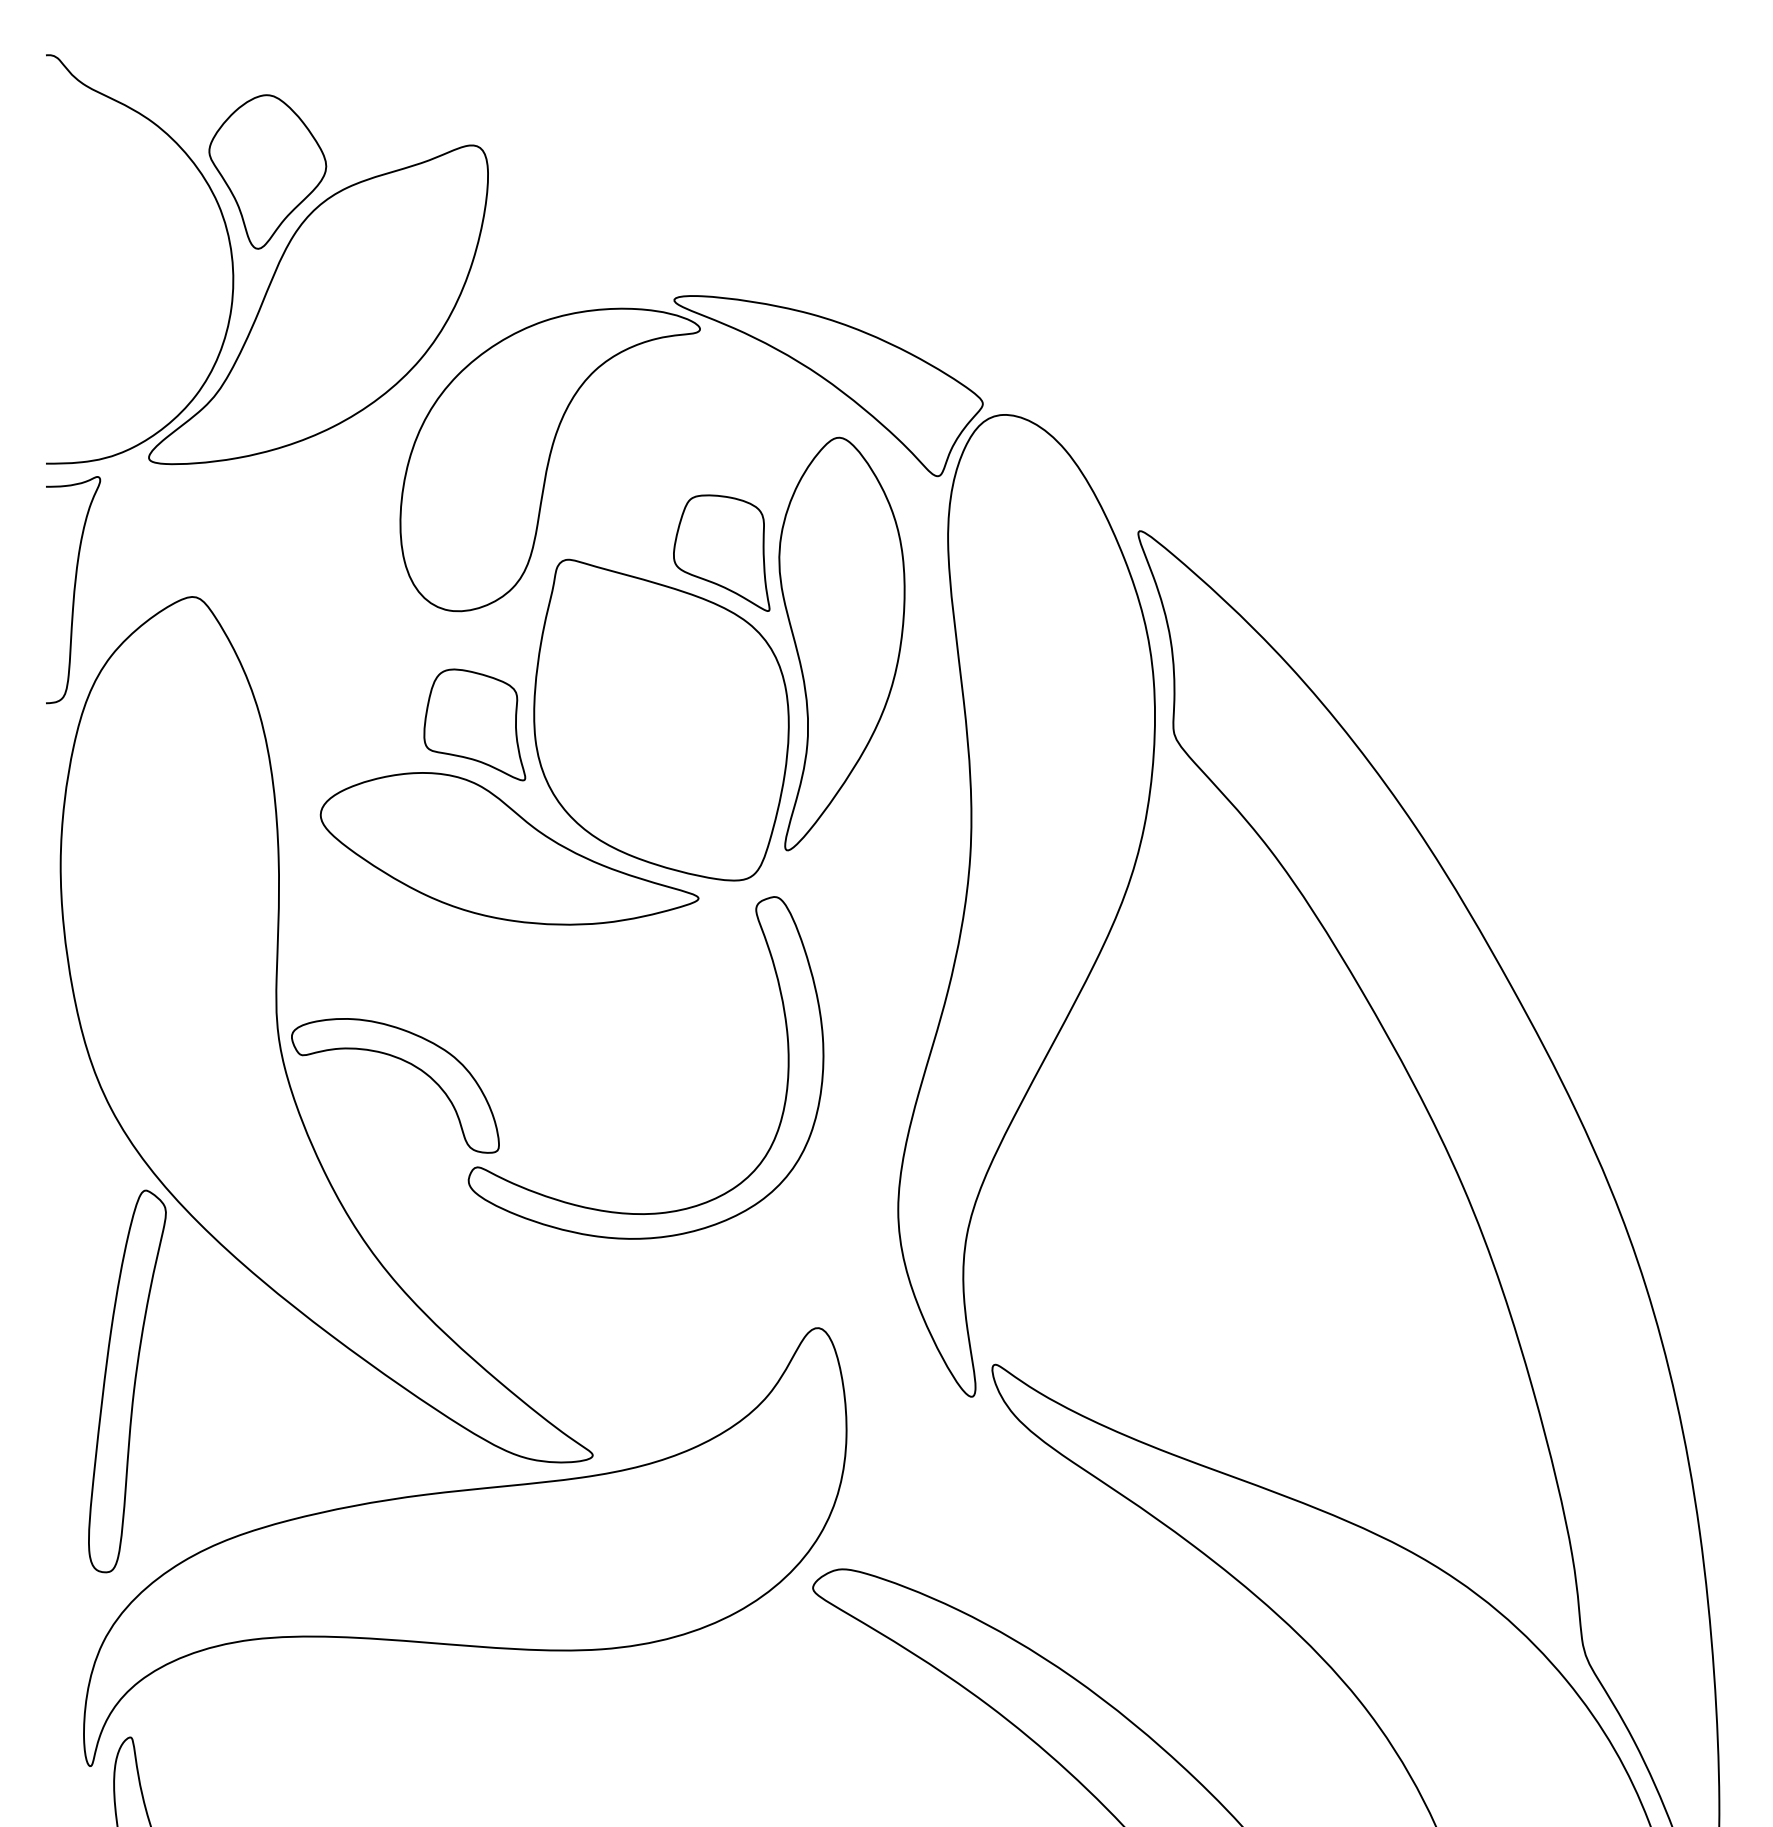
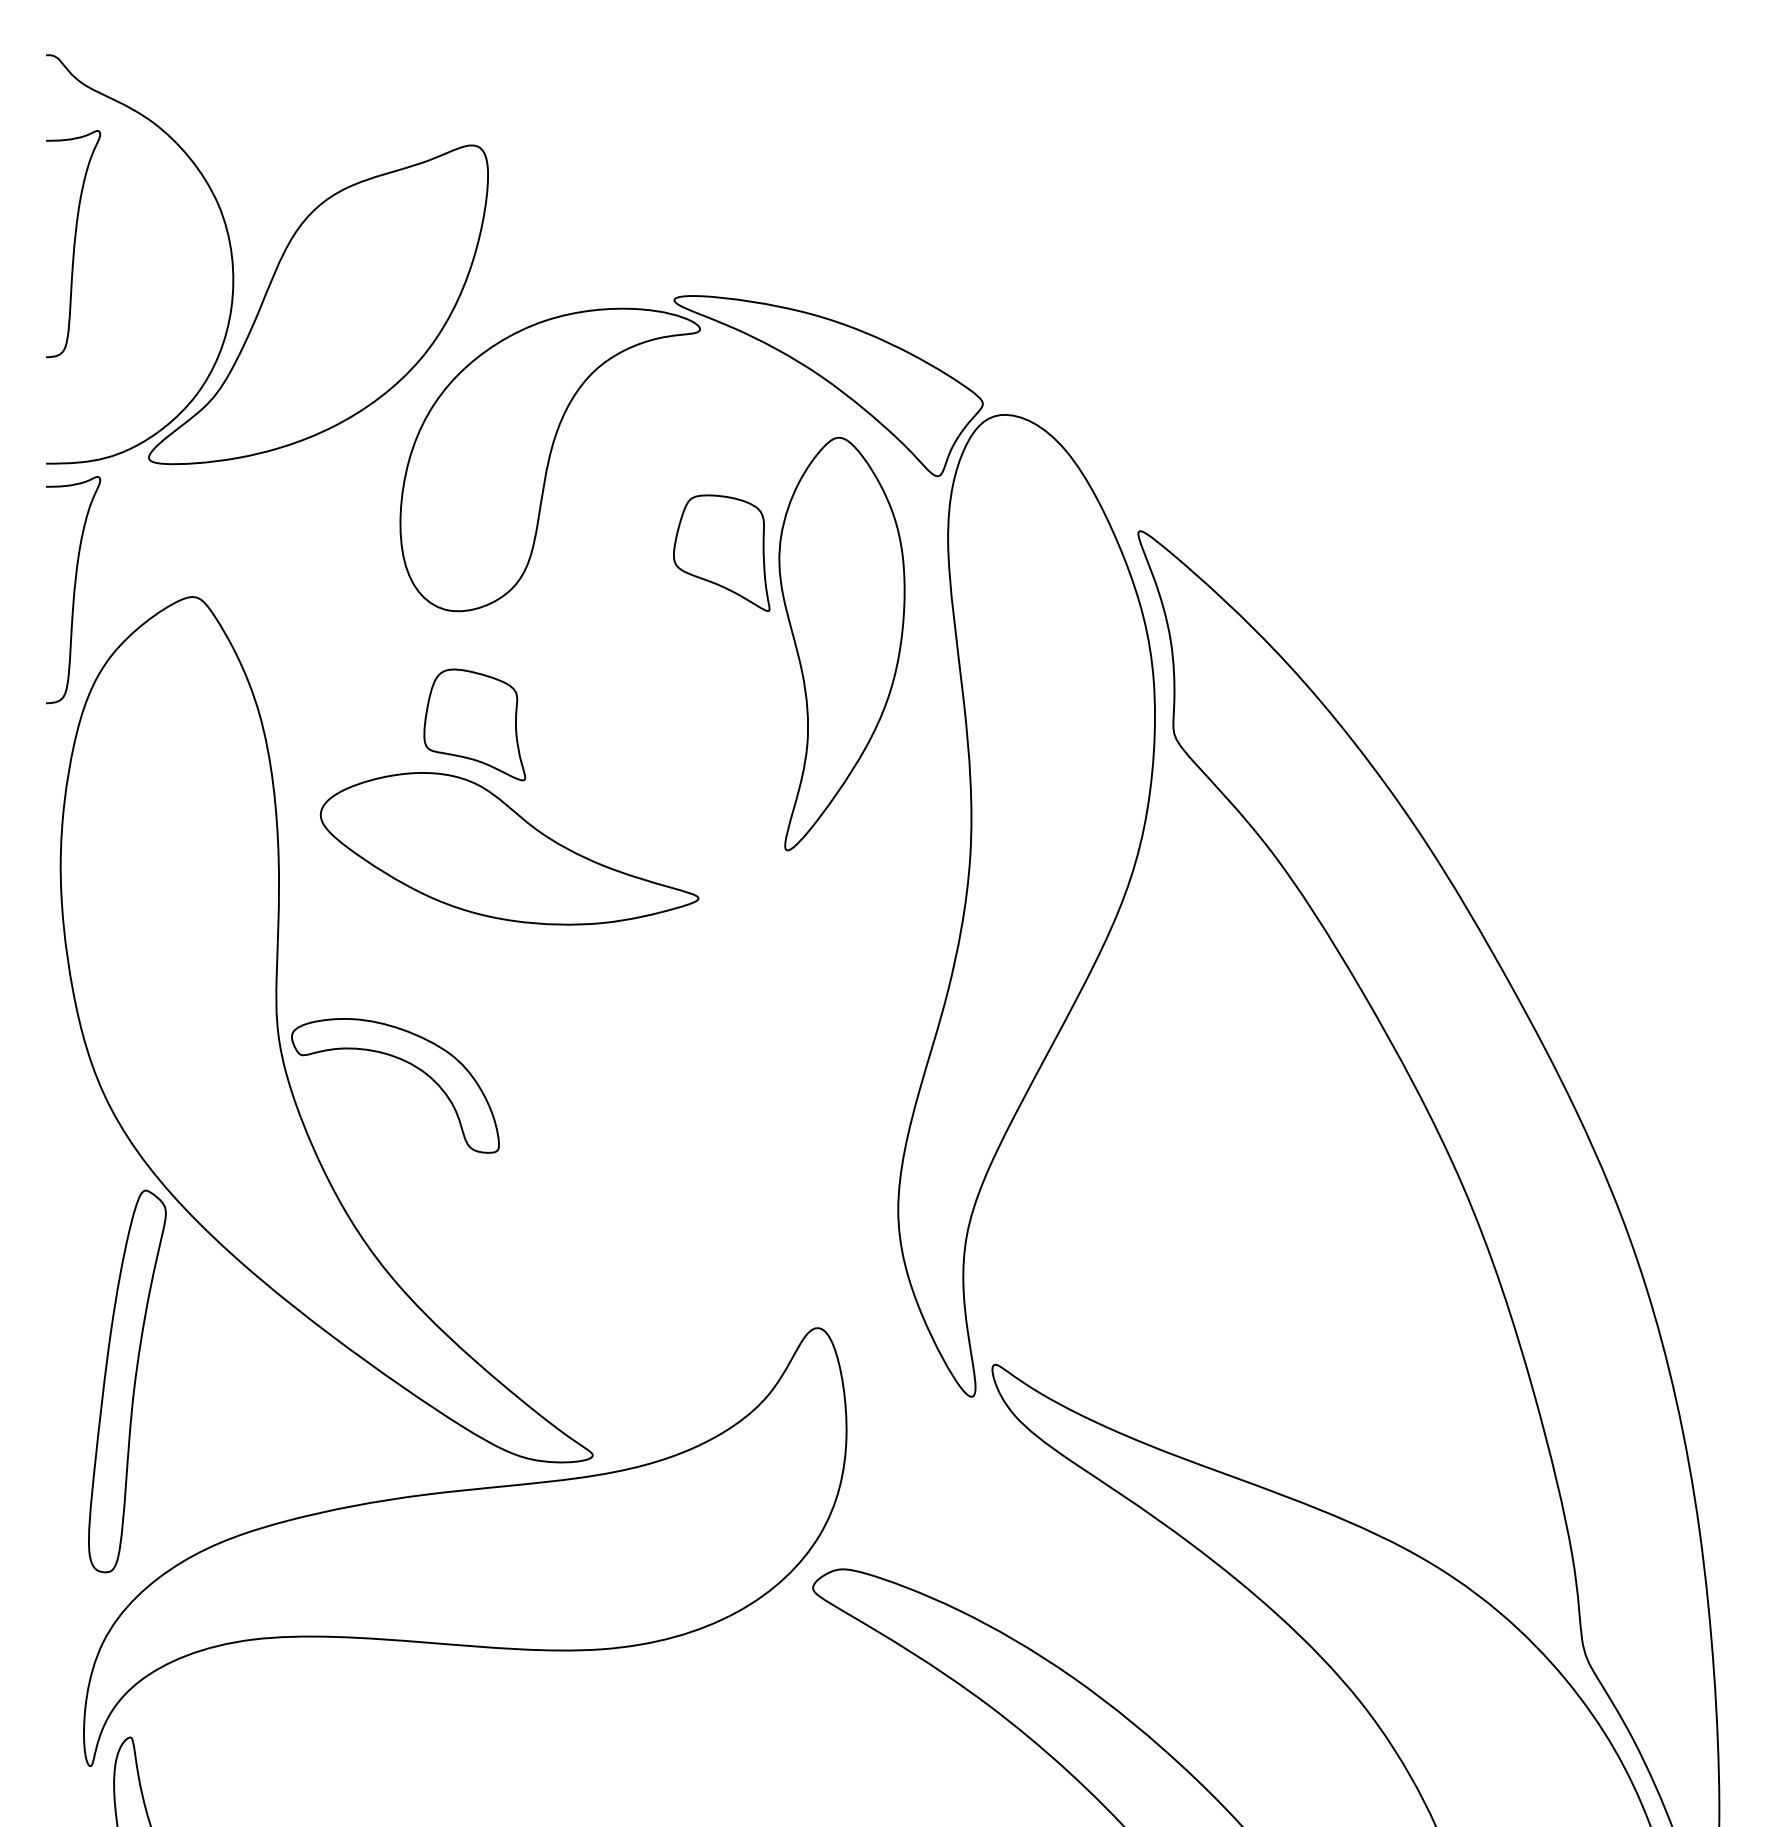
part at (267, 171): present -> none
curve at (73, 244): none -> present
part at (661, 719): present -> none
part at (786, 1082): present -> none
